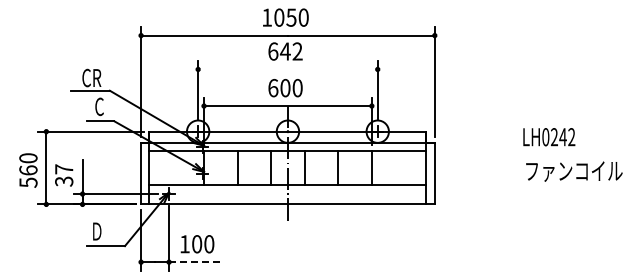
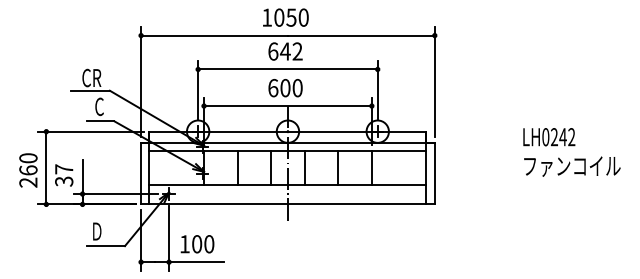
line at (287, 69): none -> present
text at (574, 171) position: (574, 171) -> (572, 166)
text at (28, 182): 560 -> 260
line at (196, 262): dashed -> solid
